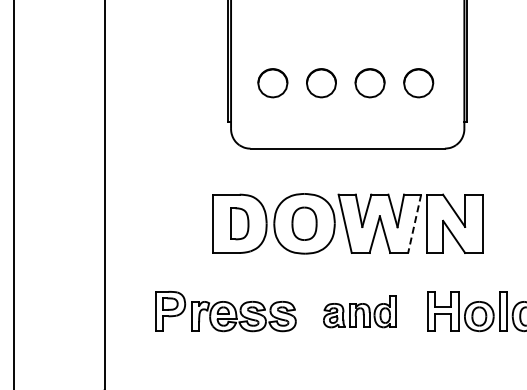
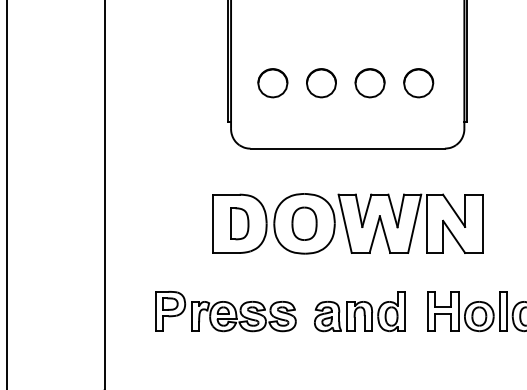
line at (14, 194) position: (14, 194) -> (7, 194)
line at (414, 223): dashed -> solid
part at (359, 311) size: 74x34 px -> 92x42 px
